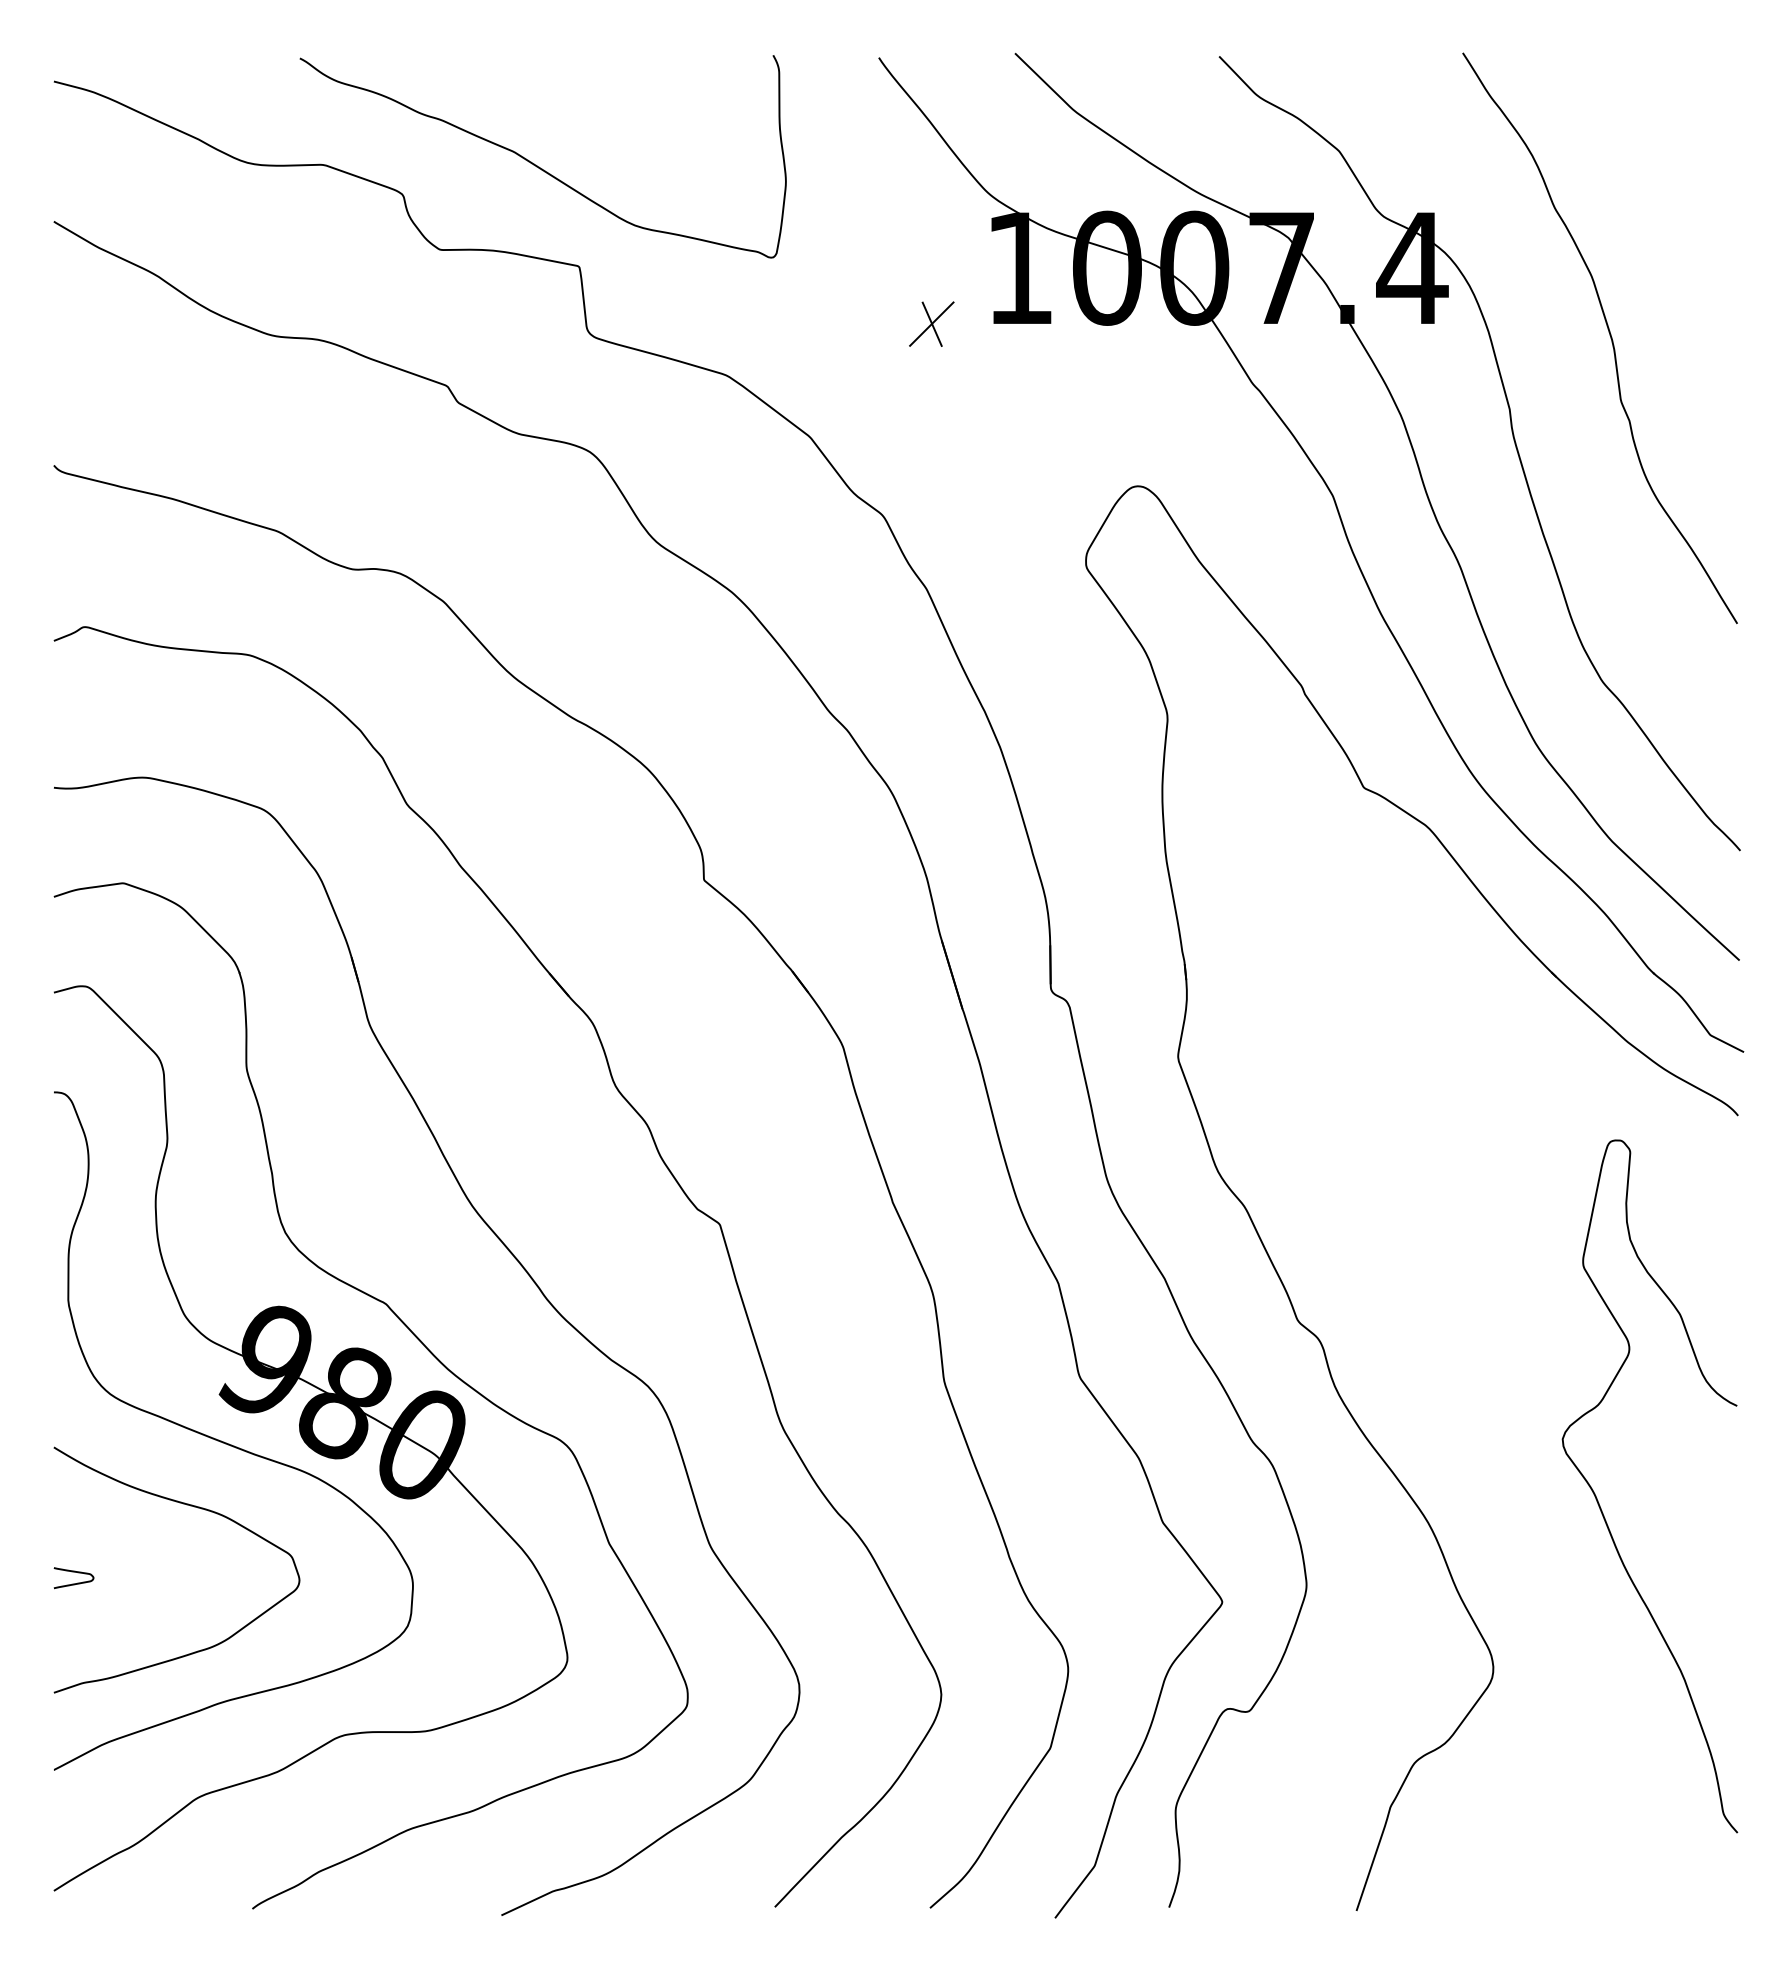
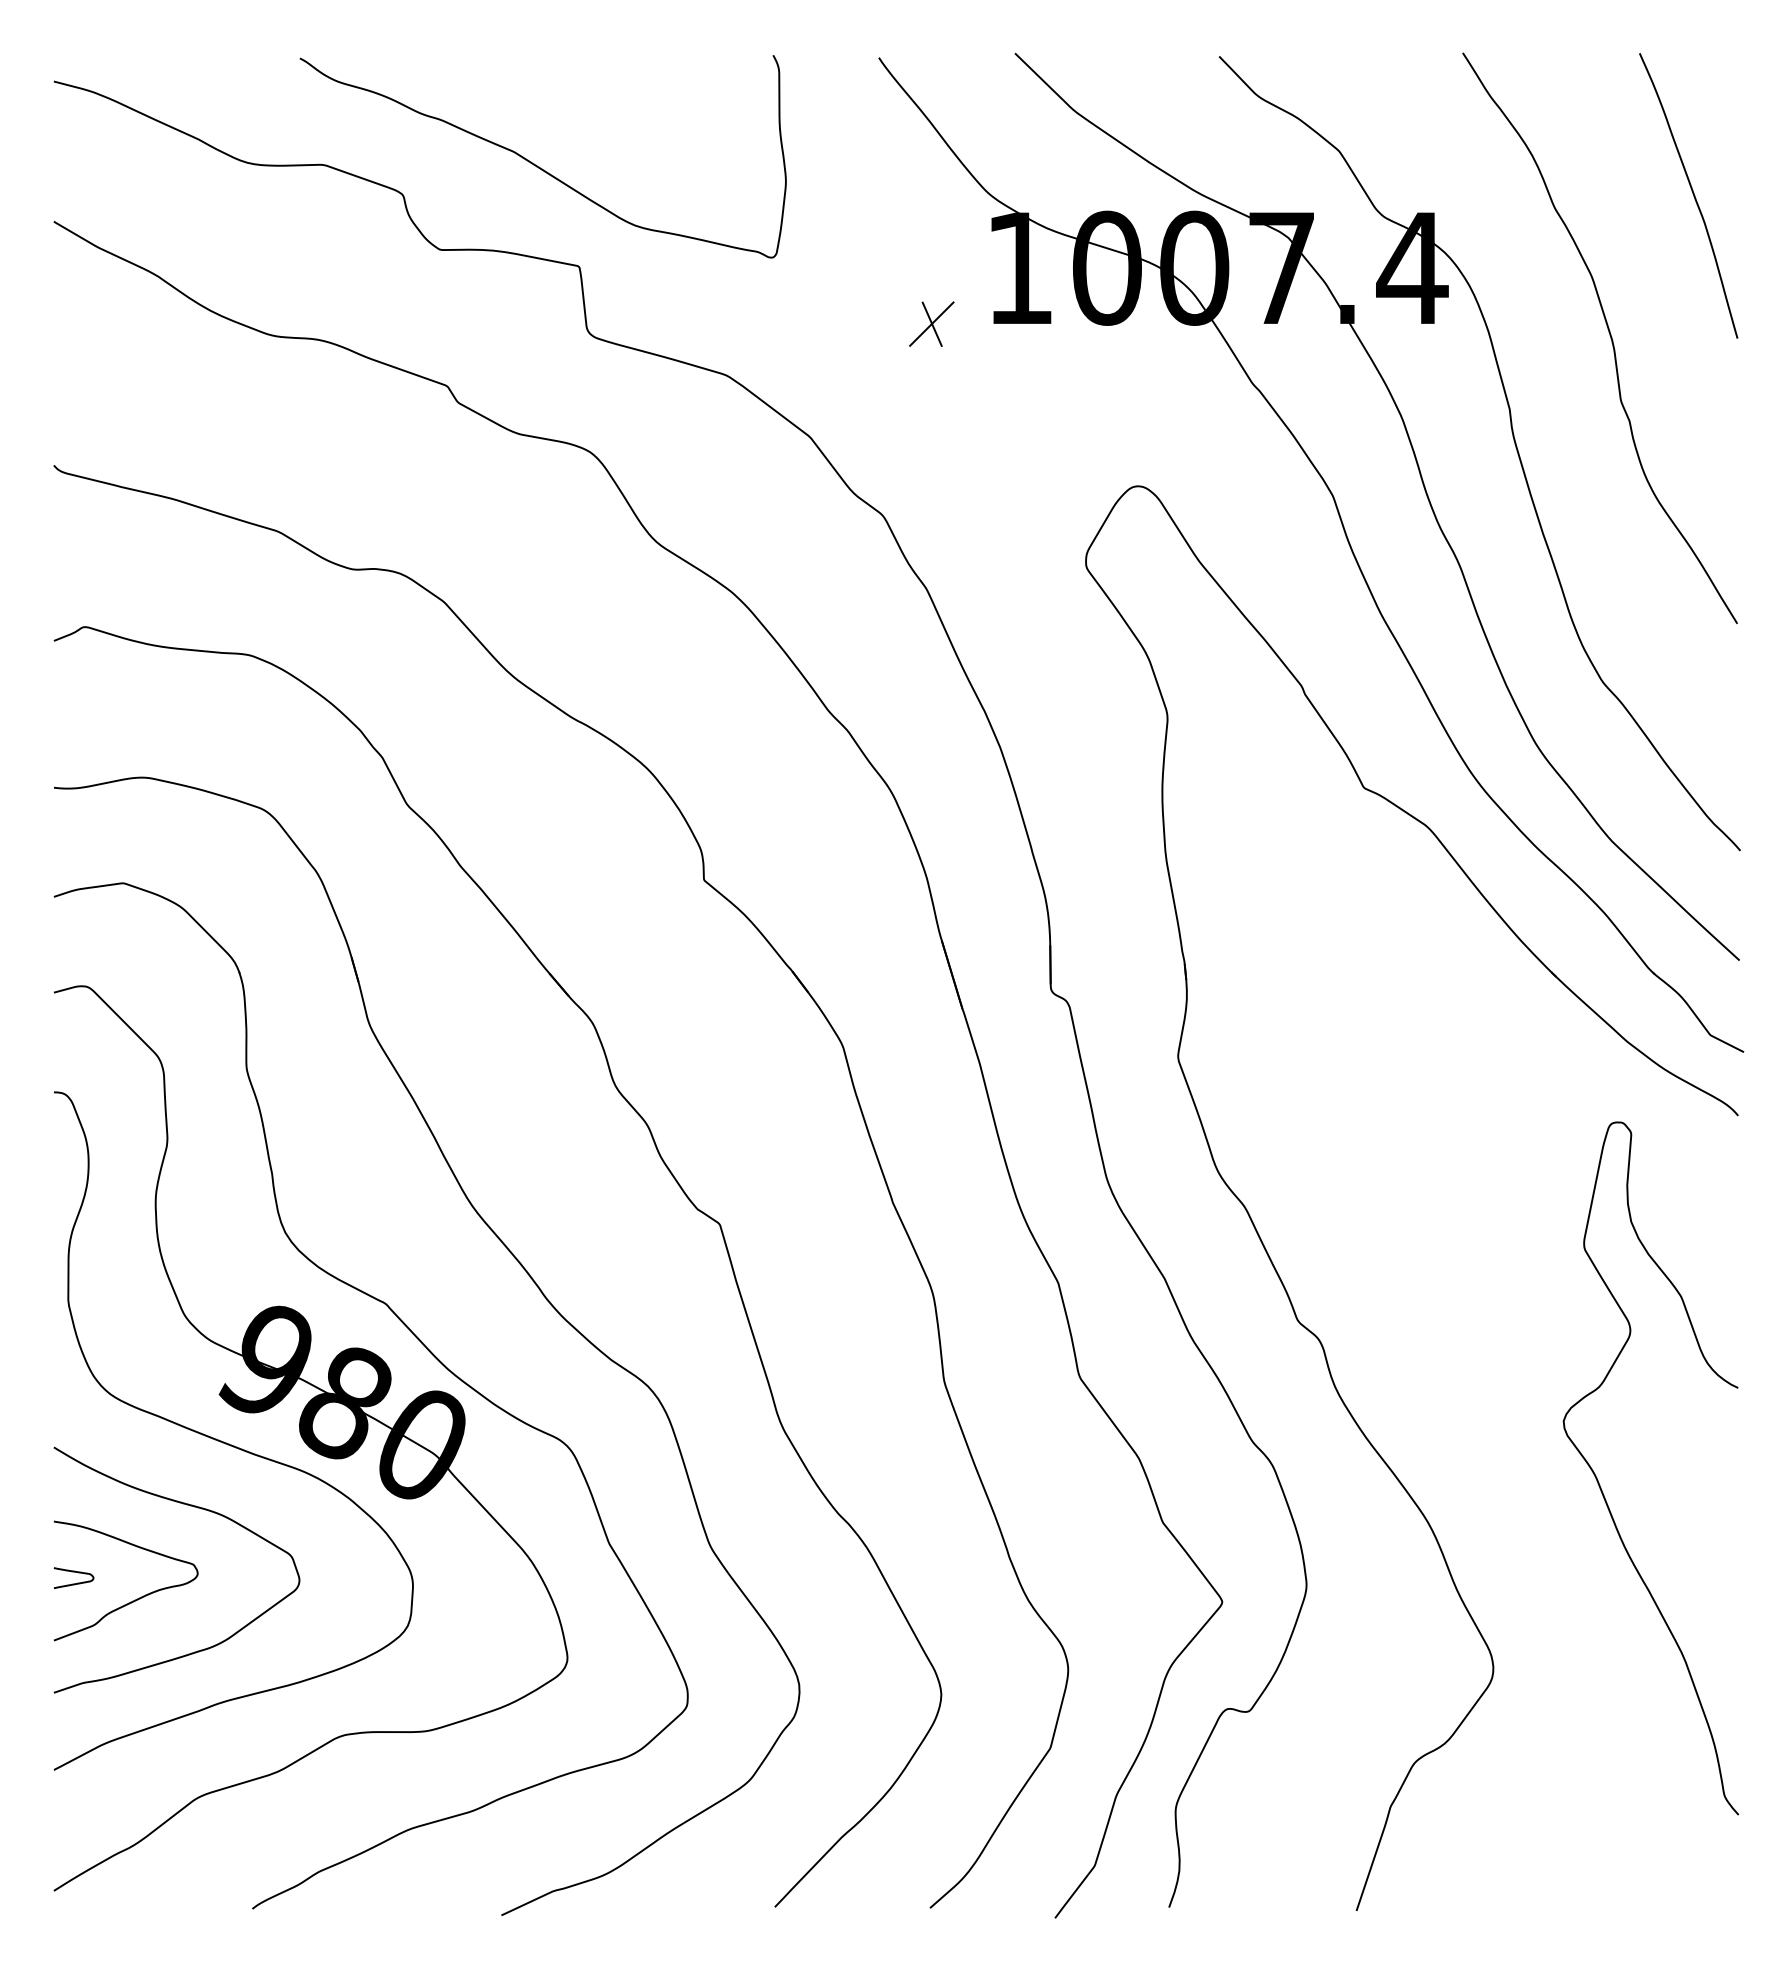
curve at (1692, 194): none -> present
curve at (1600, 1505) position: (1600, 1505) -> (1601, 1487)
curve at (132, 1600): none -> present
